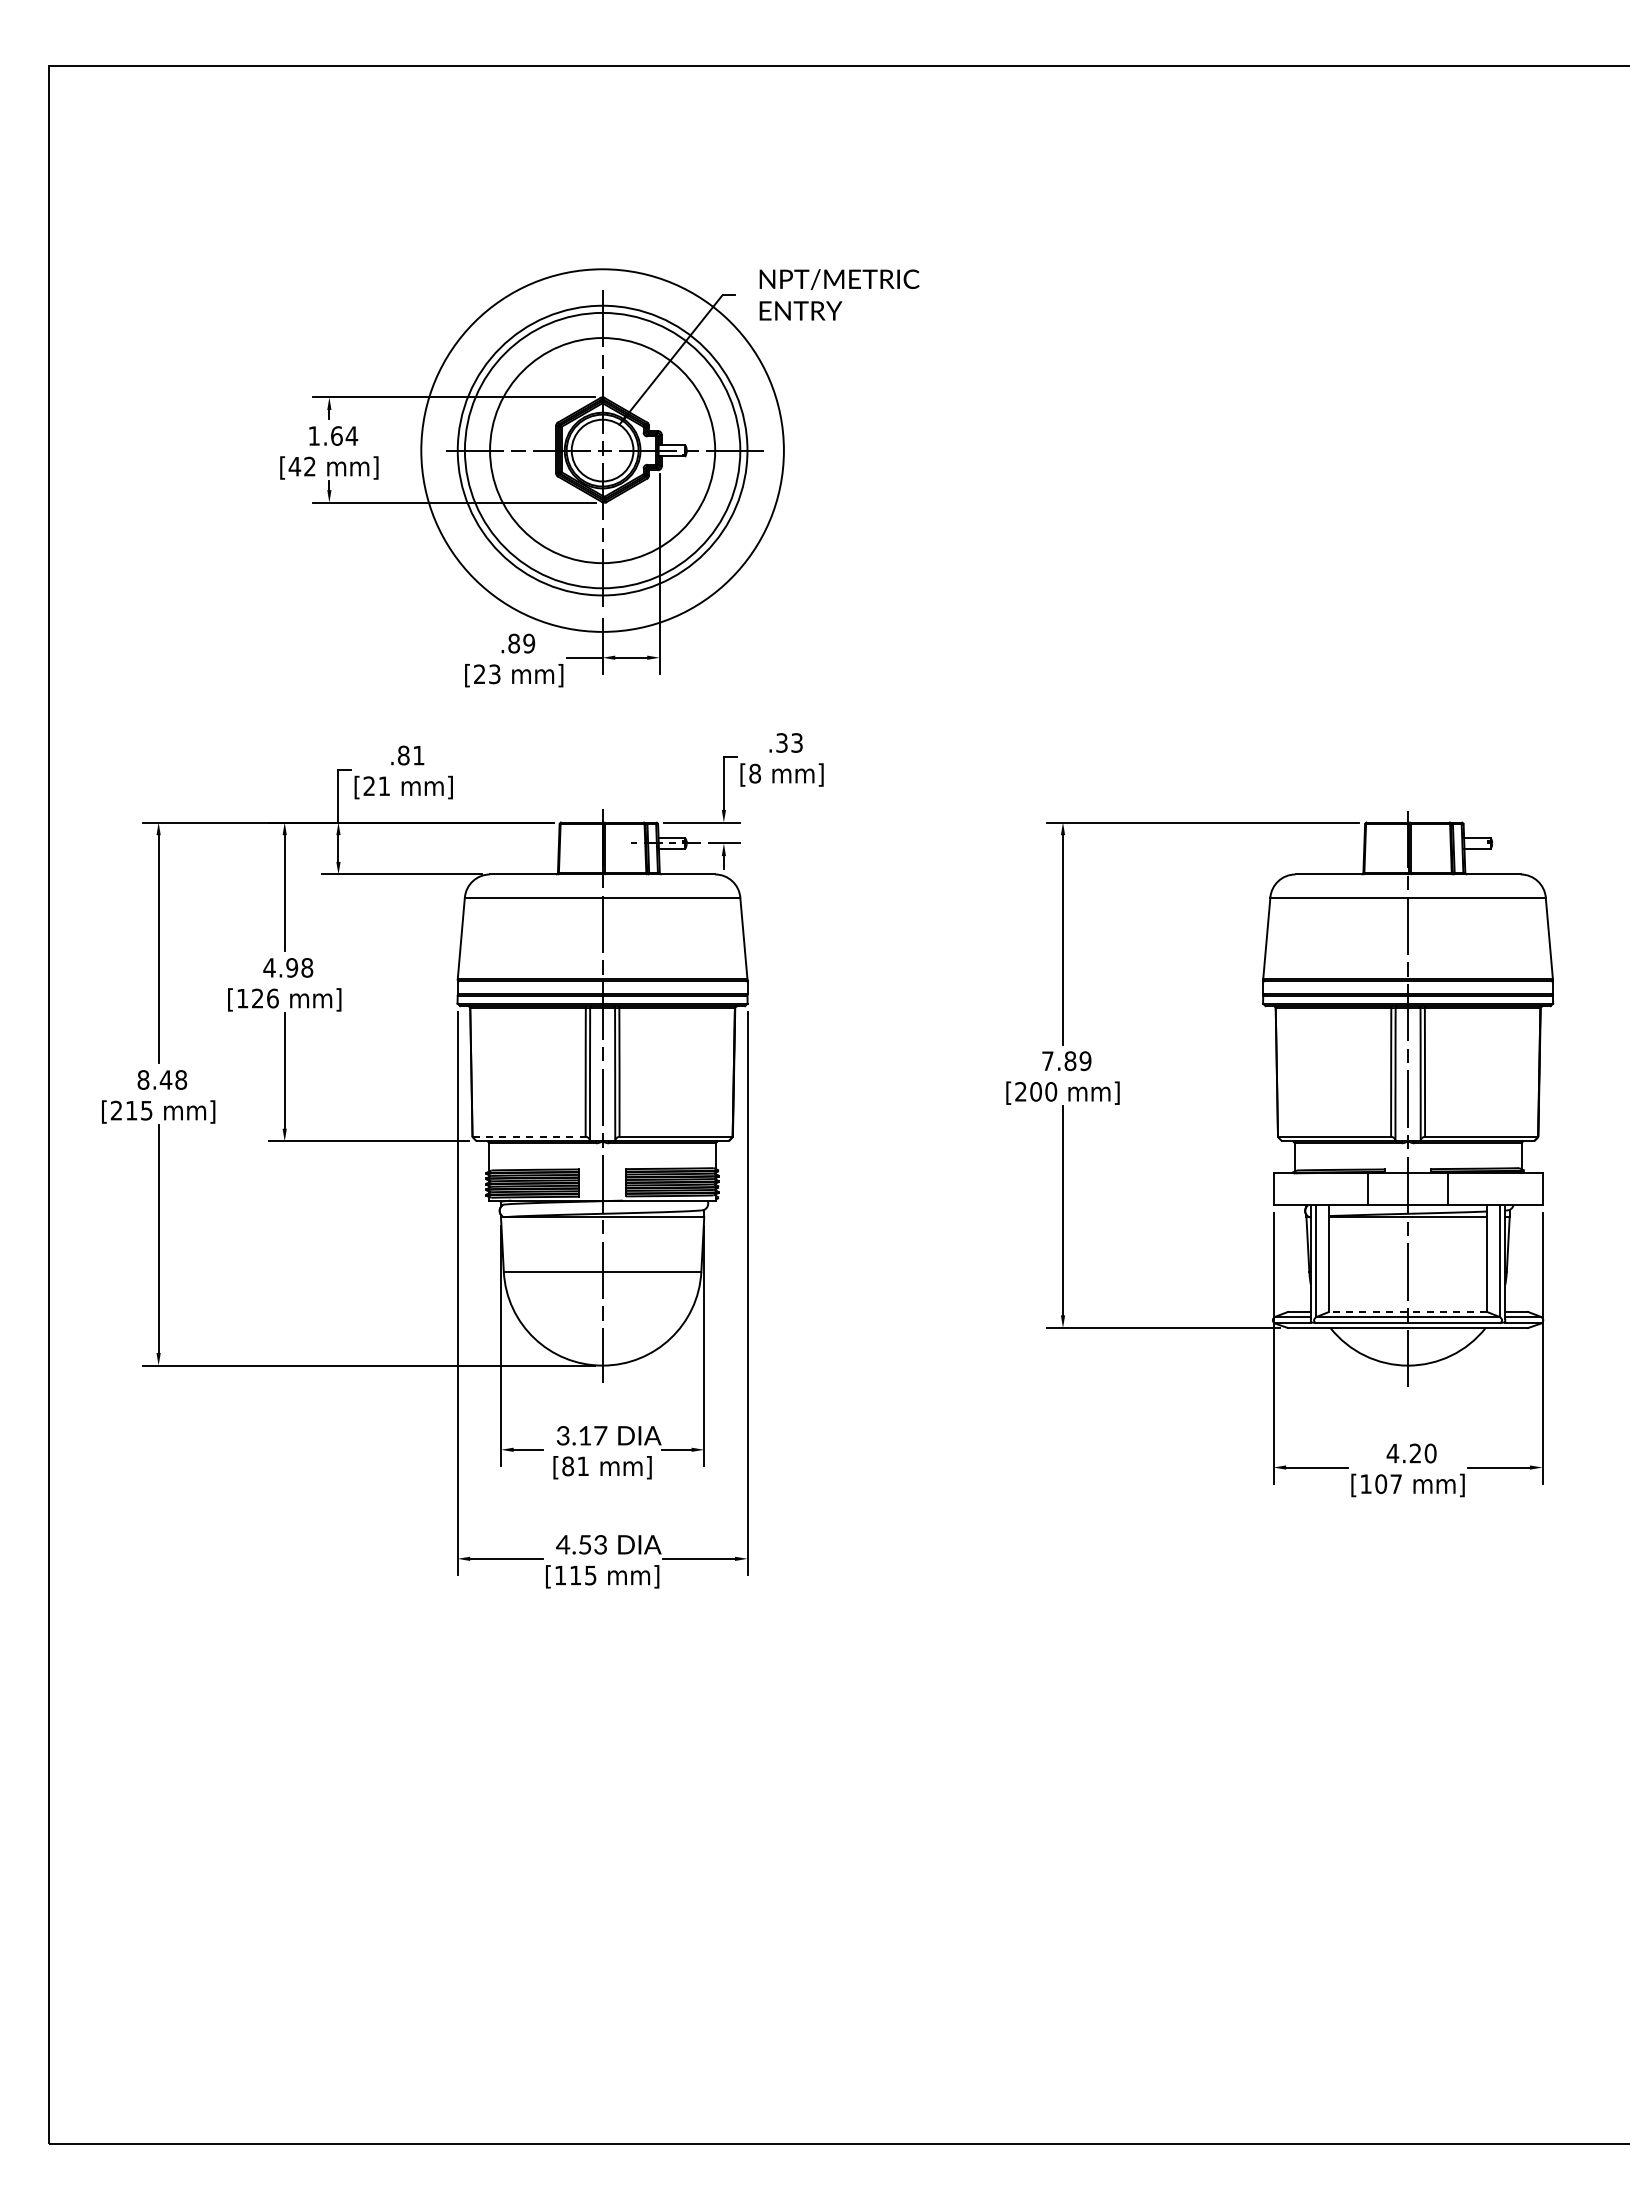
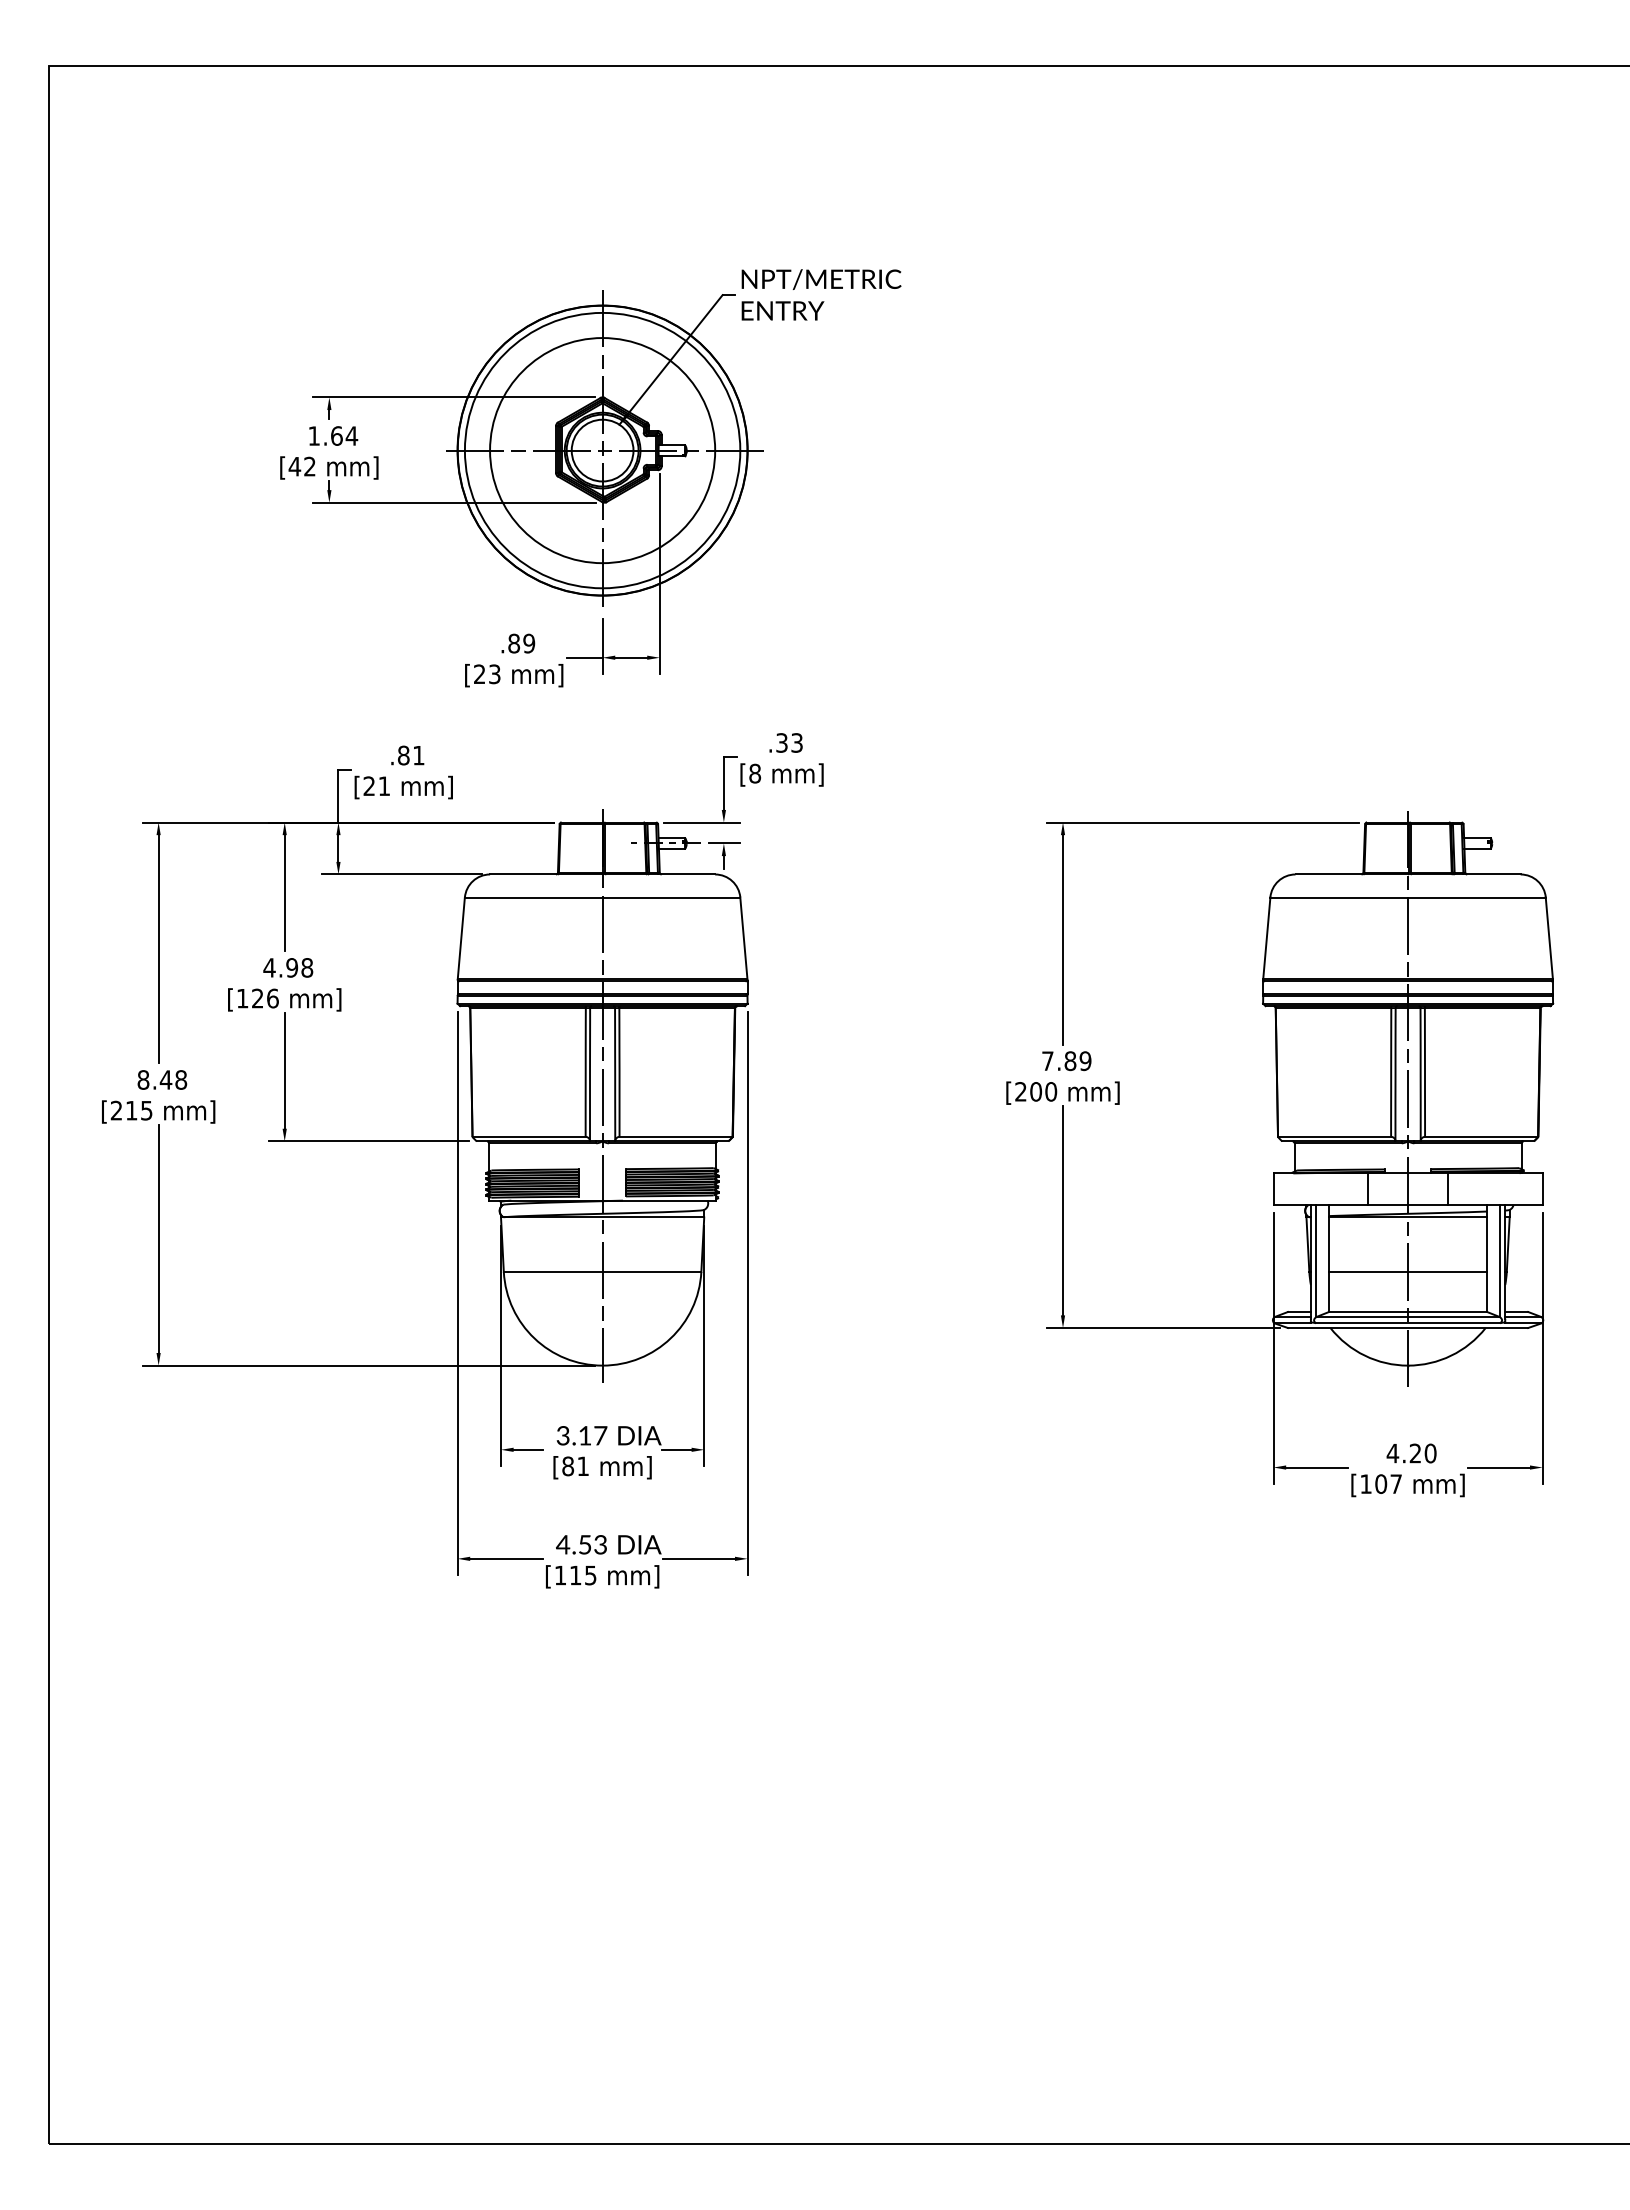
text at (839, 294) position: (839, 294) -> (821, 294)
circle at (602, 450) diameter: 363 px -> 290 px
line at (529, 1136): dashed -> solid
line at (1408, 1271): none -> present
line at (1407, 1312): dashed -> solid
